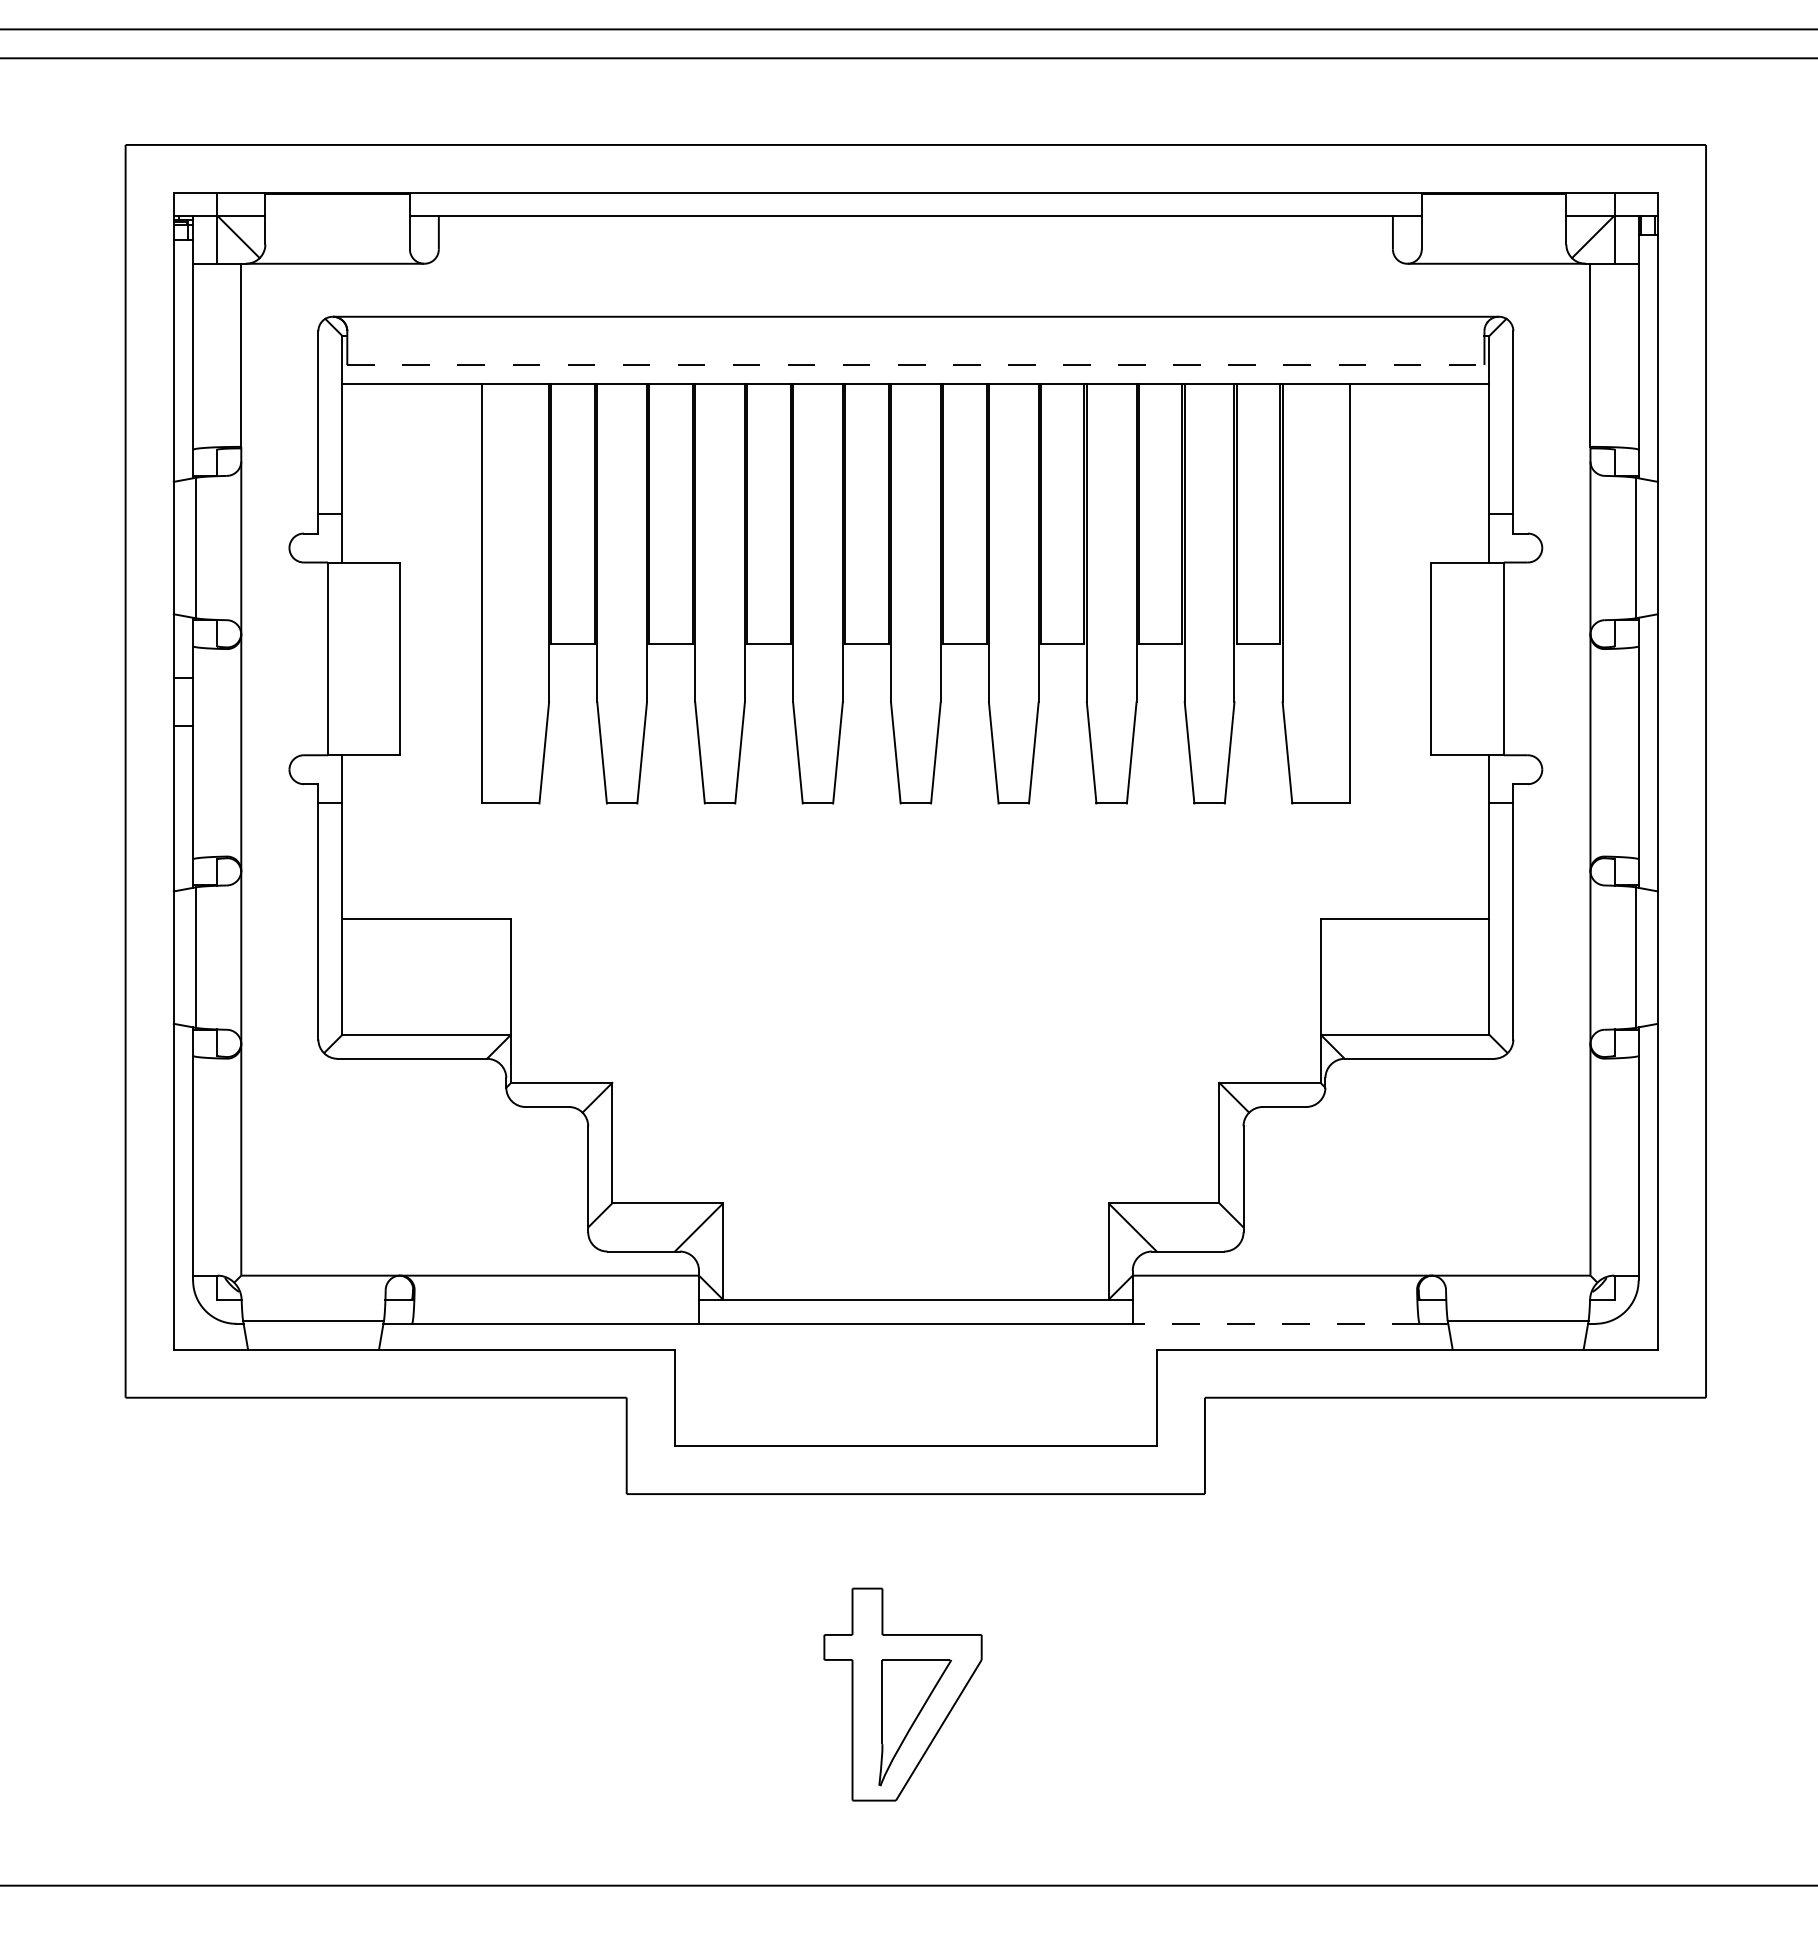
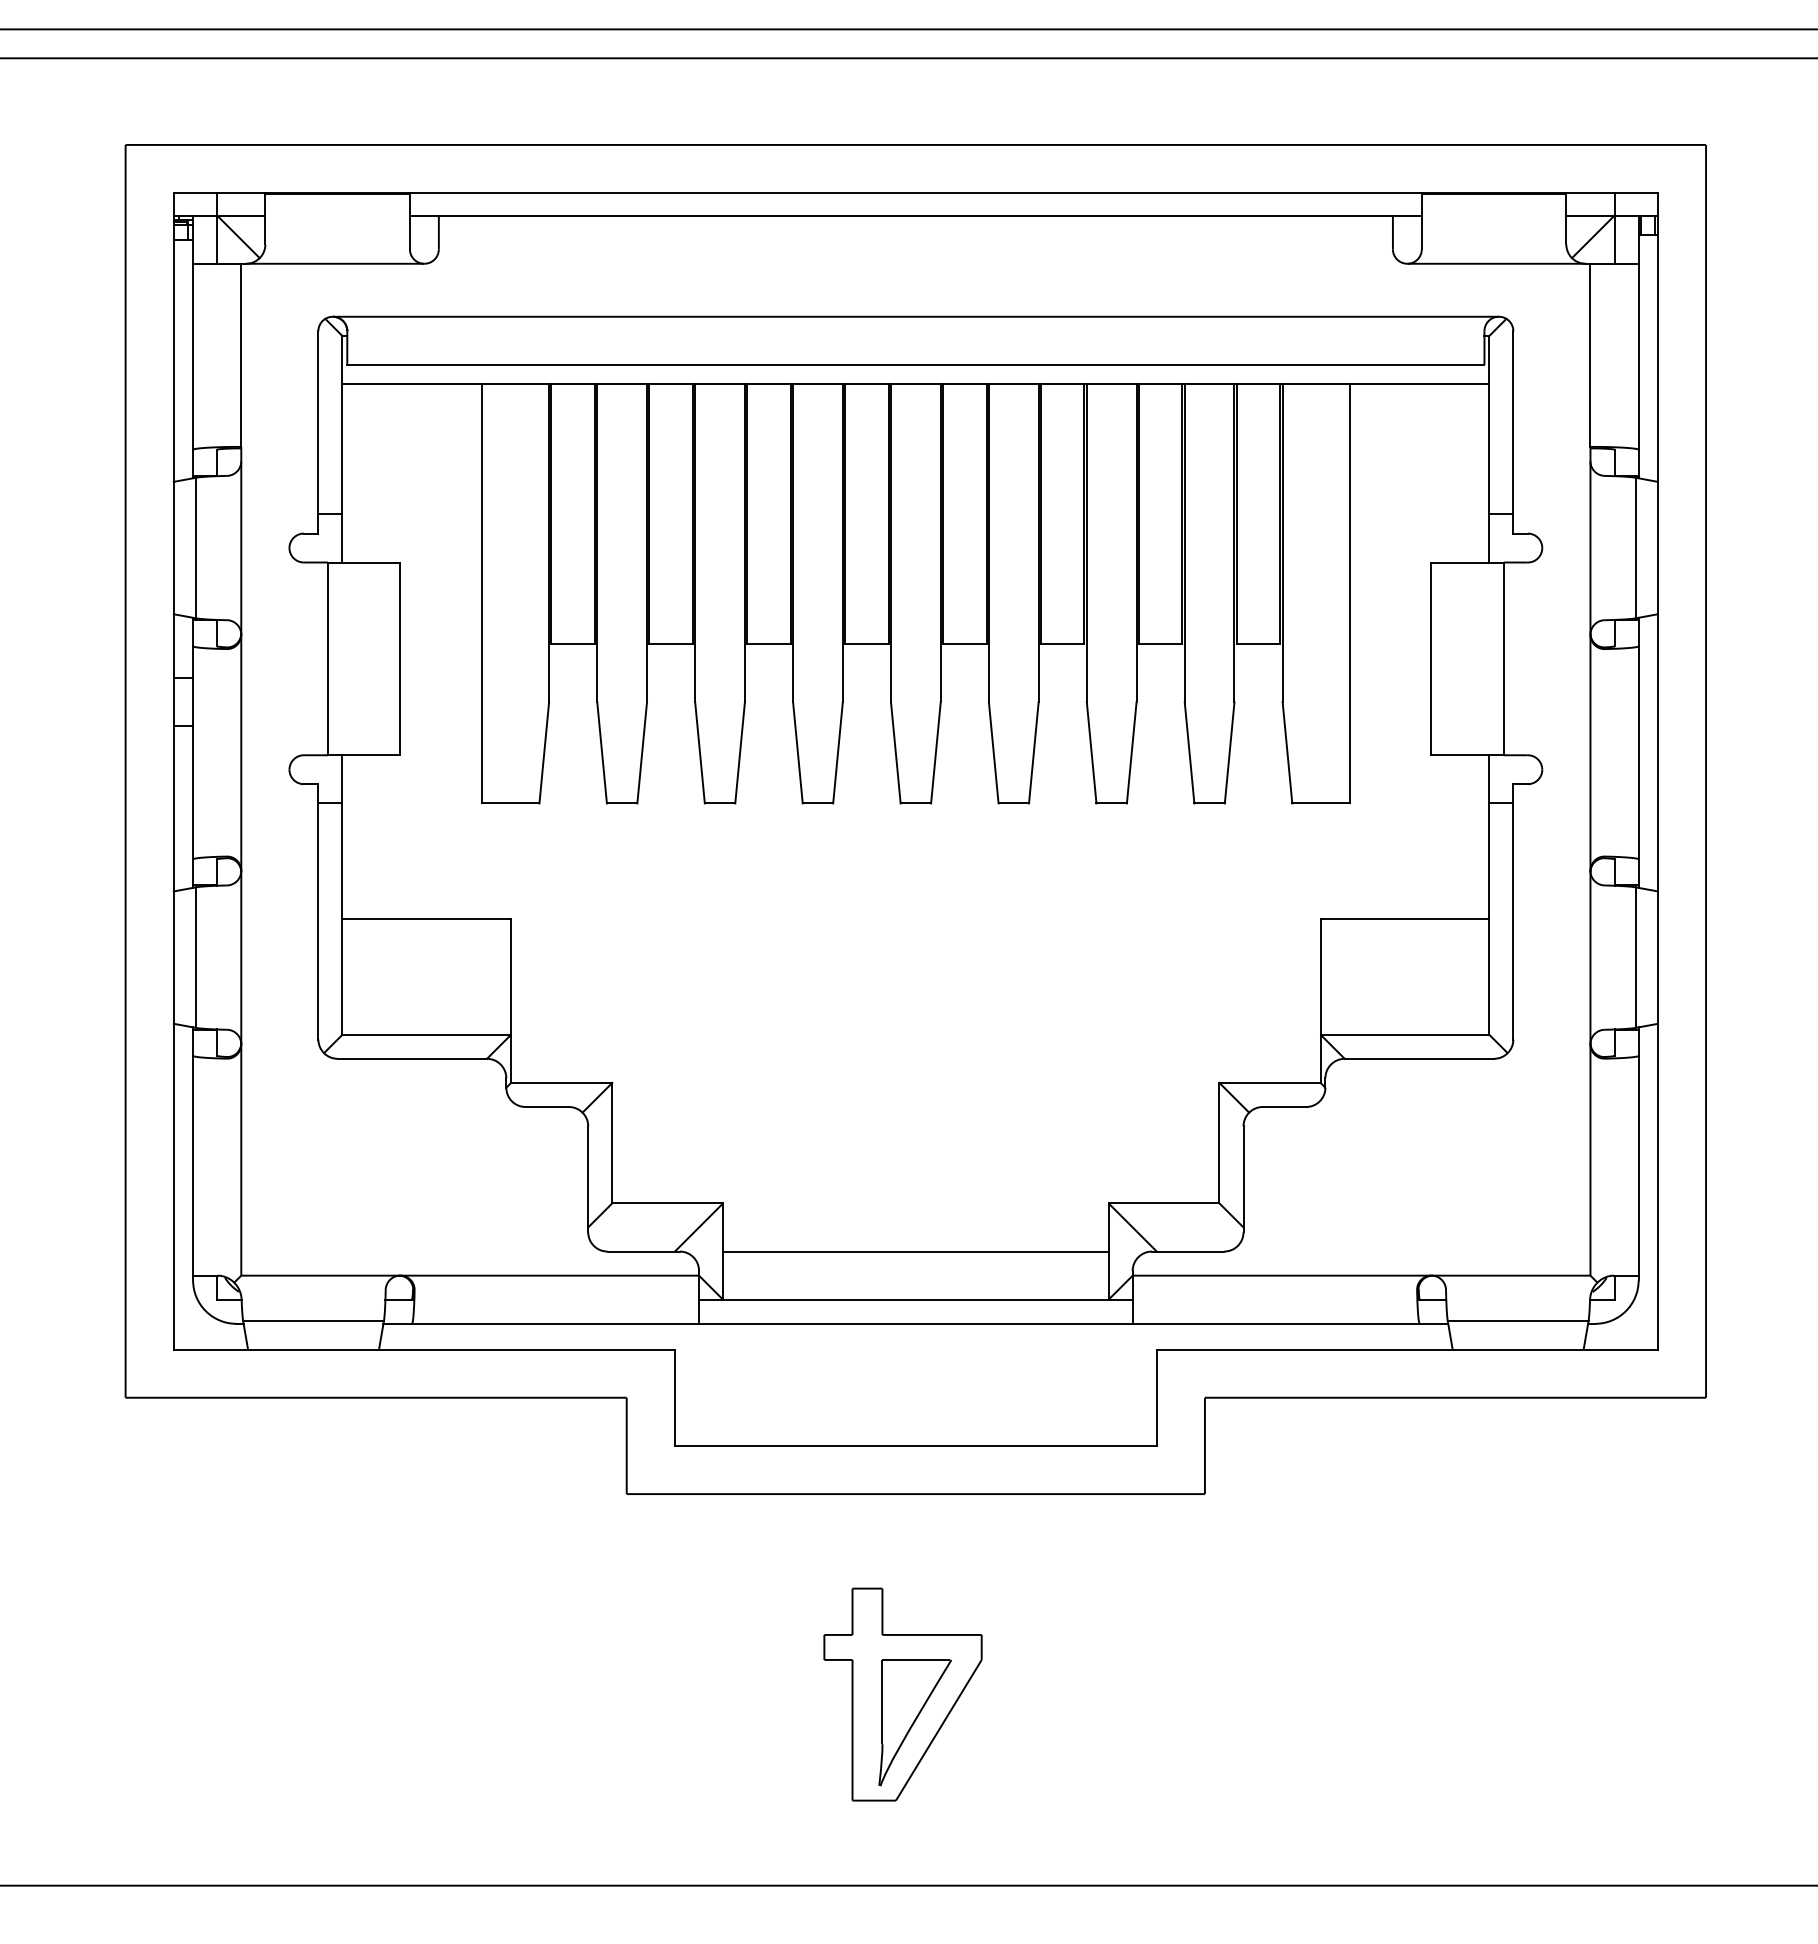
line at (915, 364): dashed -> solid
line at (915, 1251): none -> present
line at (1276, 1323): dashed -> solid
